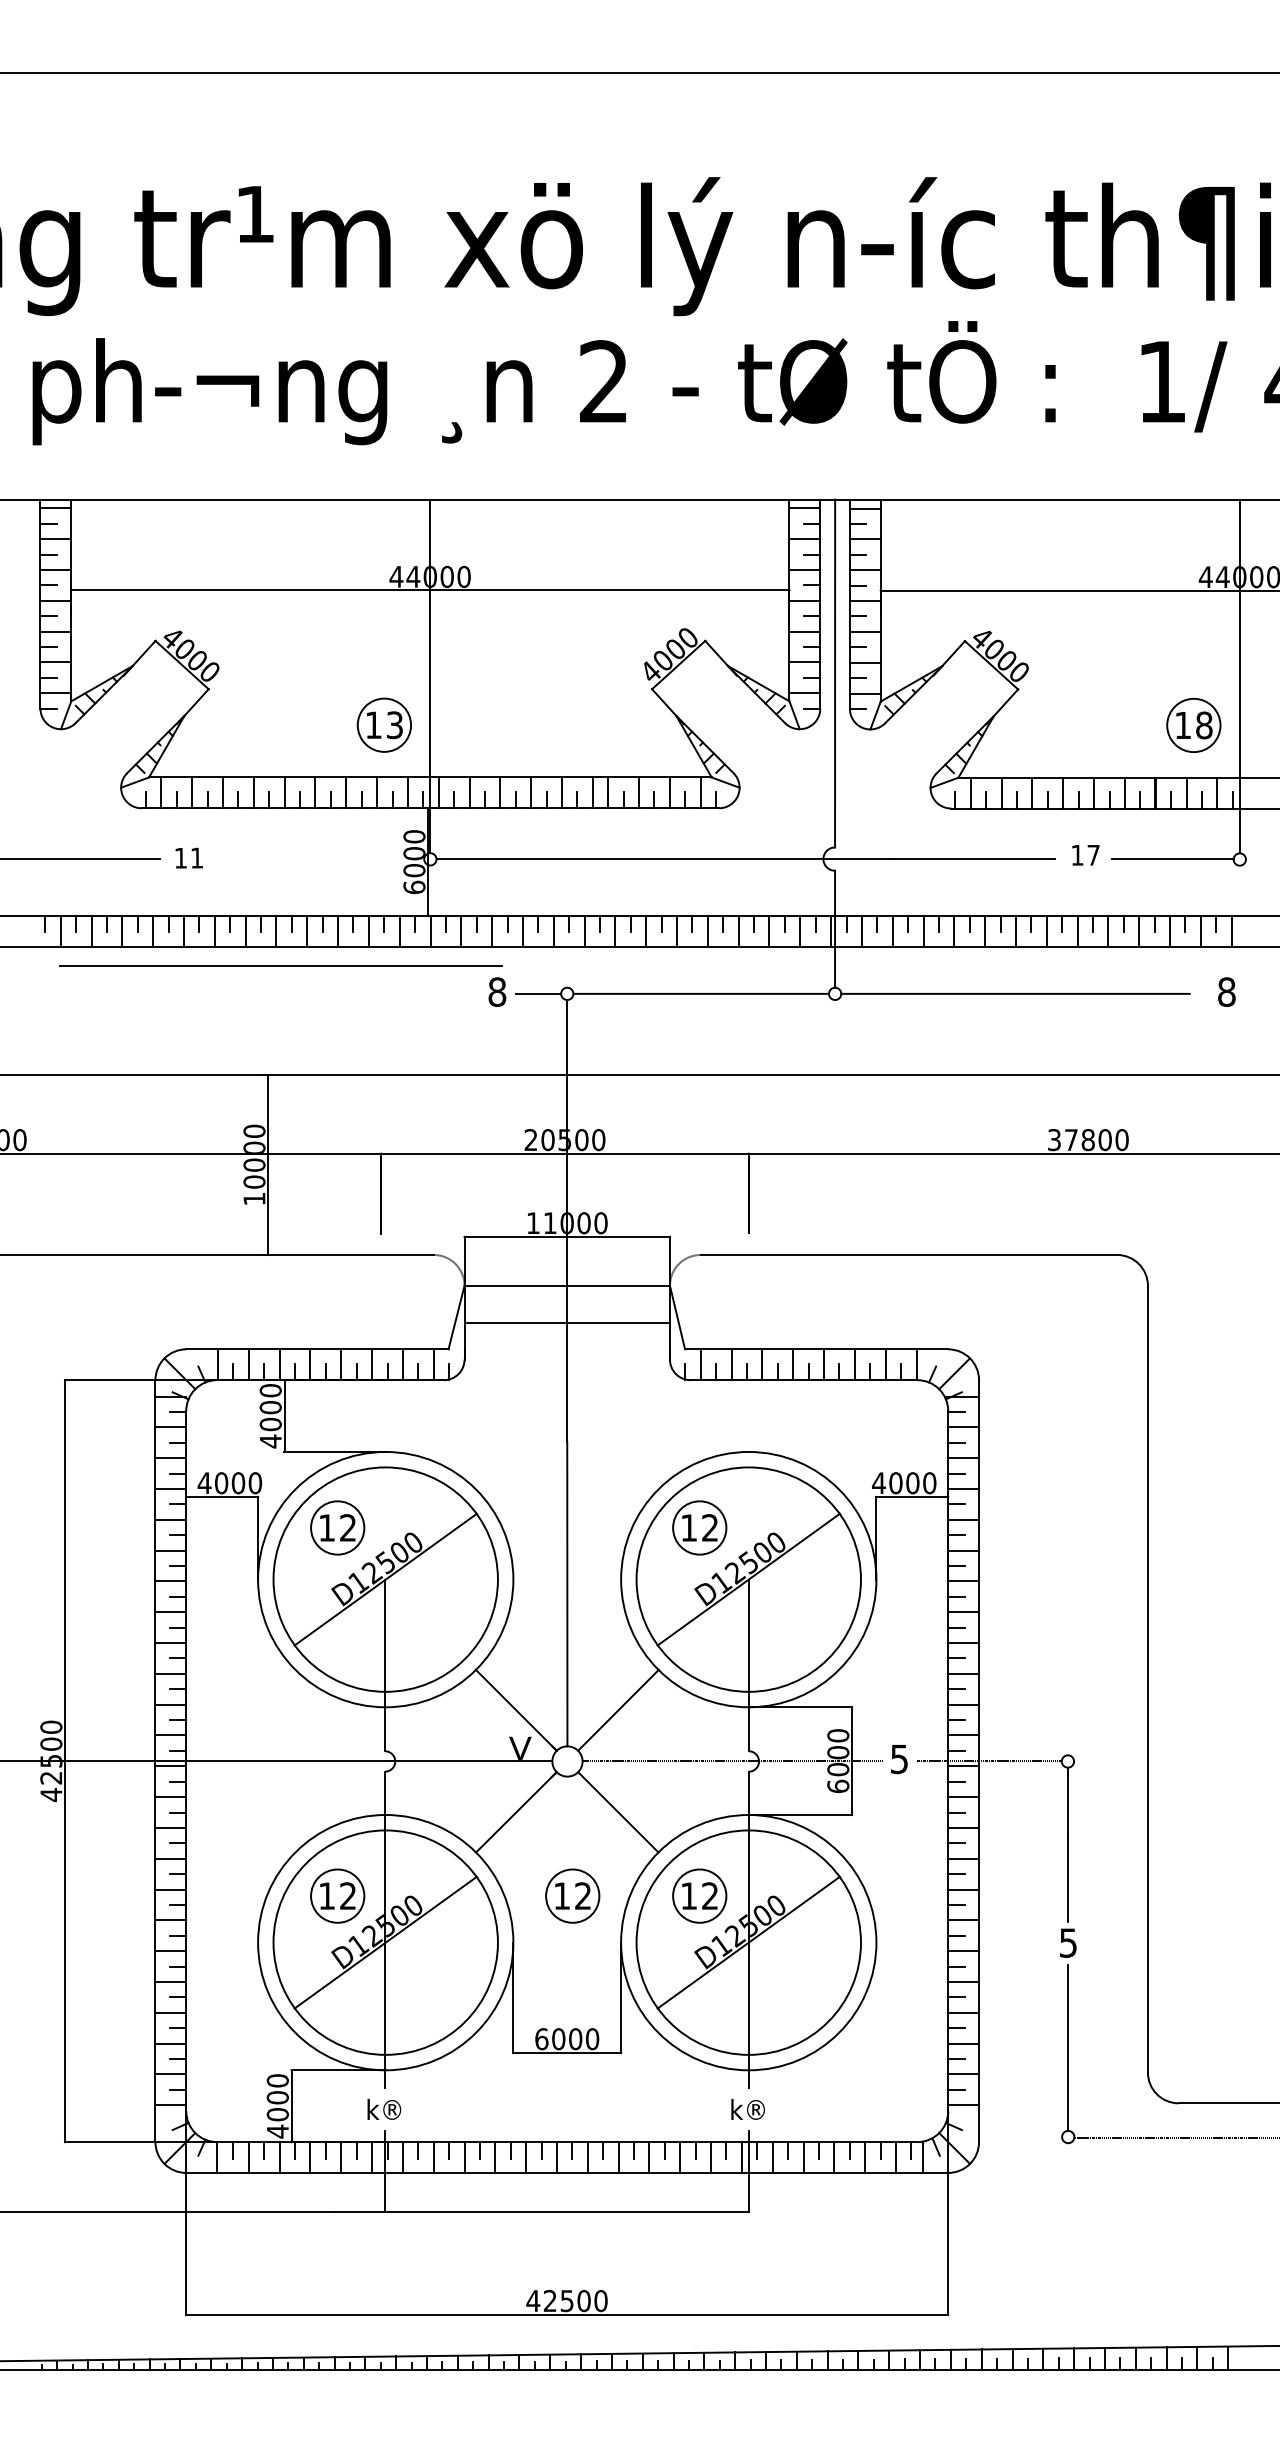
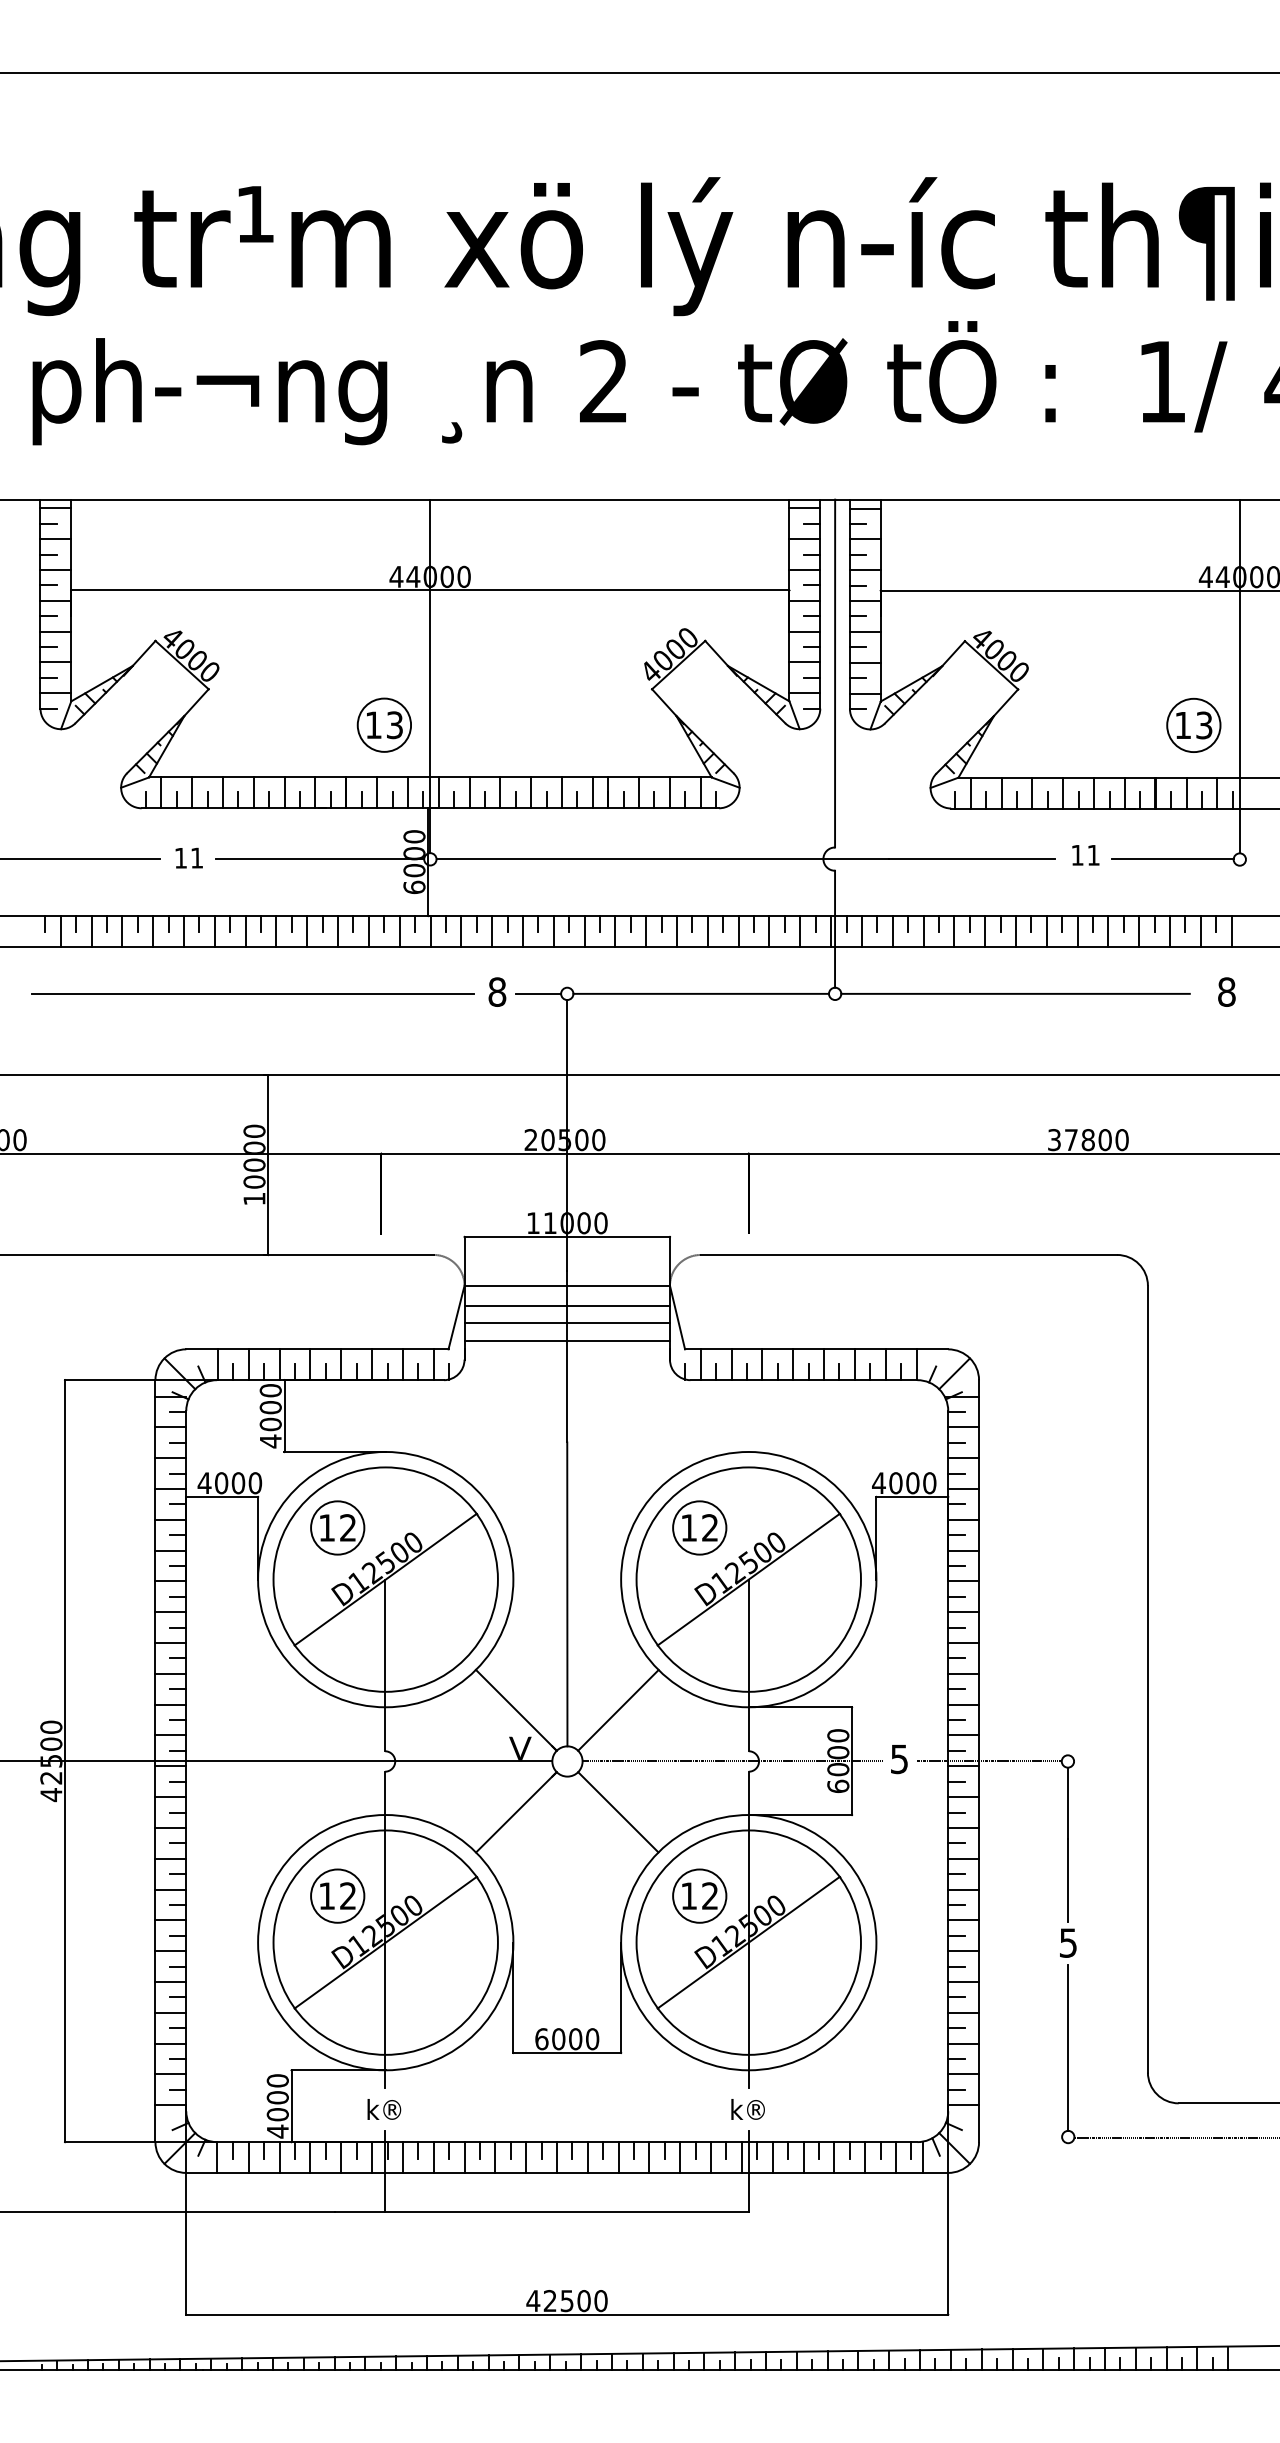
text at (1204, 725): 18 -> 13
text at (1093, 855): 17 -> 11
line at (320, 859): none -> present
line at (280, 965) position: (280, 965) -> (252, 993)
line at (566, 1306): none -> present
line at (566, 1340): none -> present
part at (572, 1895): present -> none
